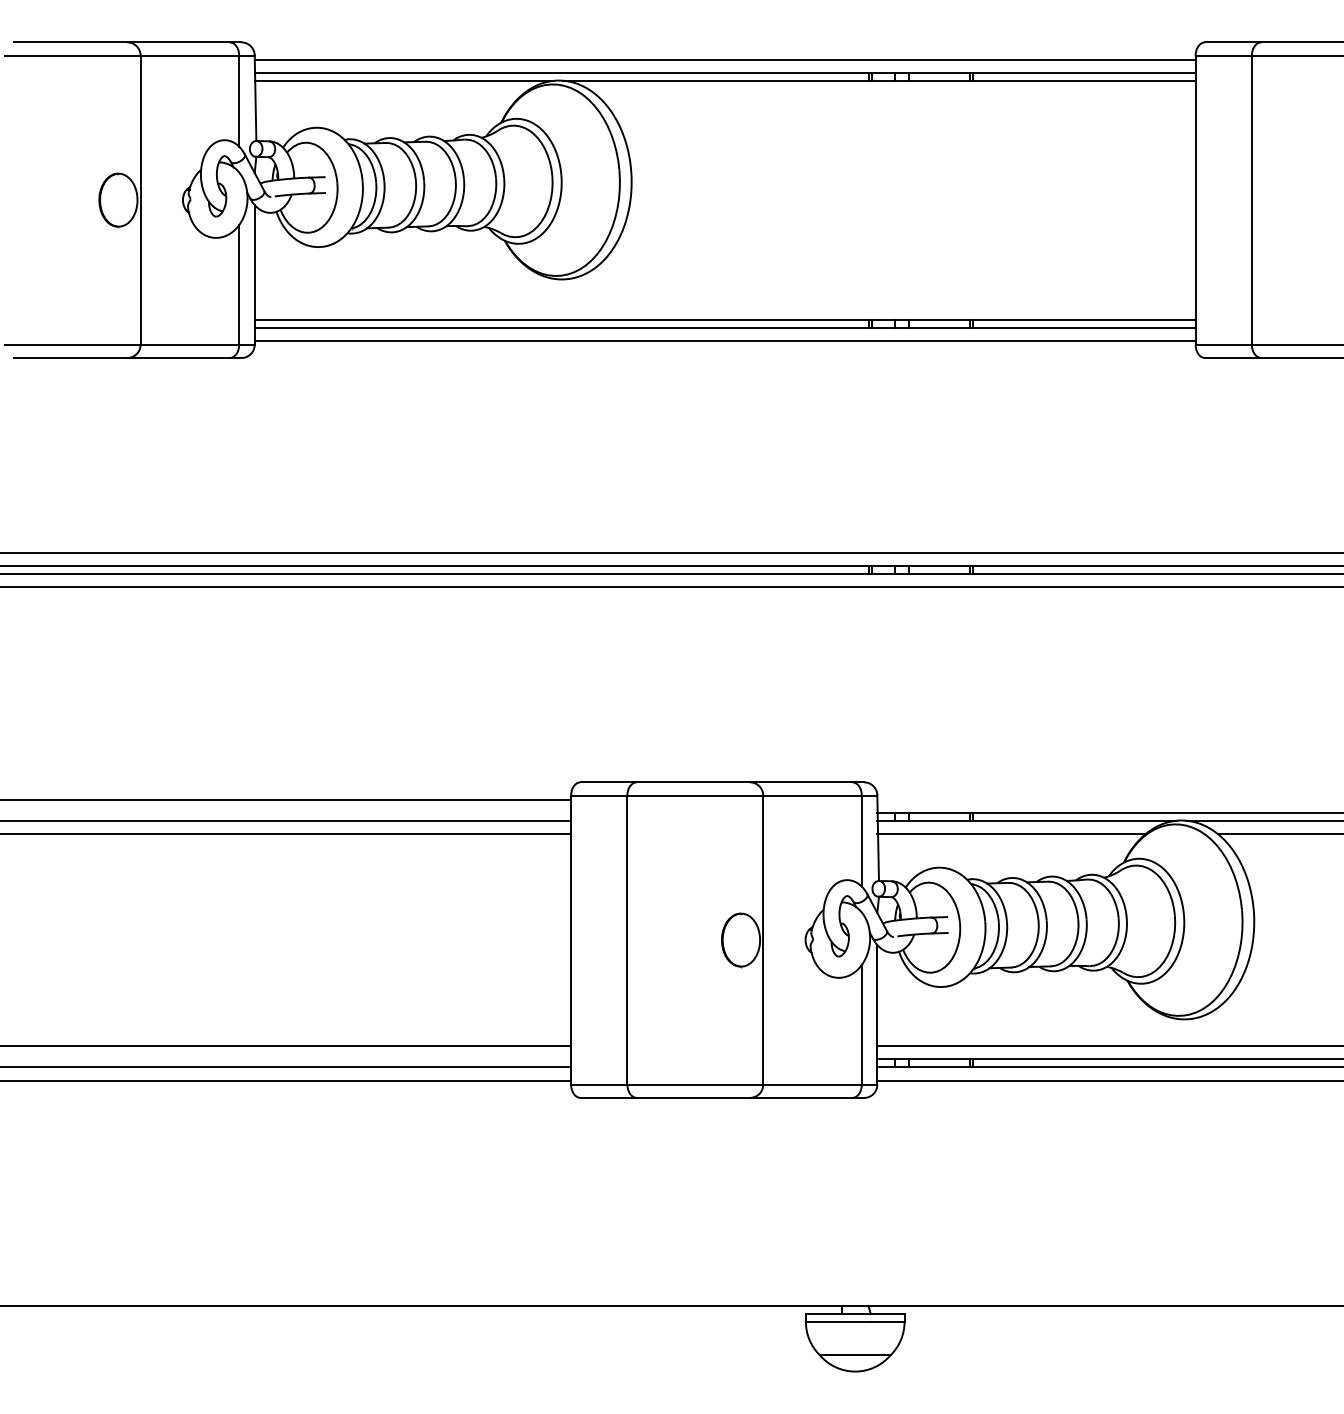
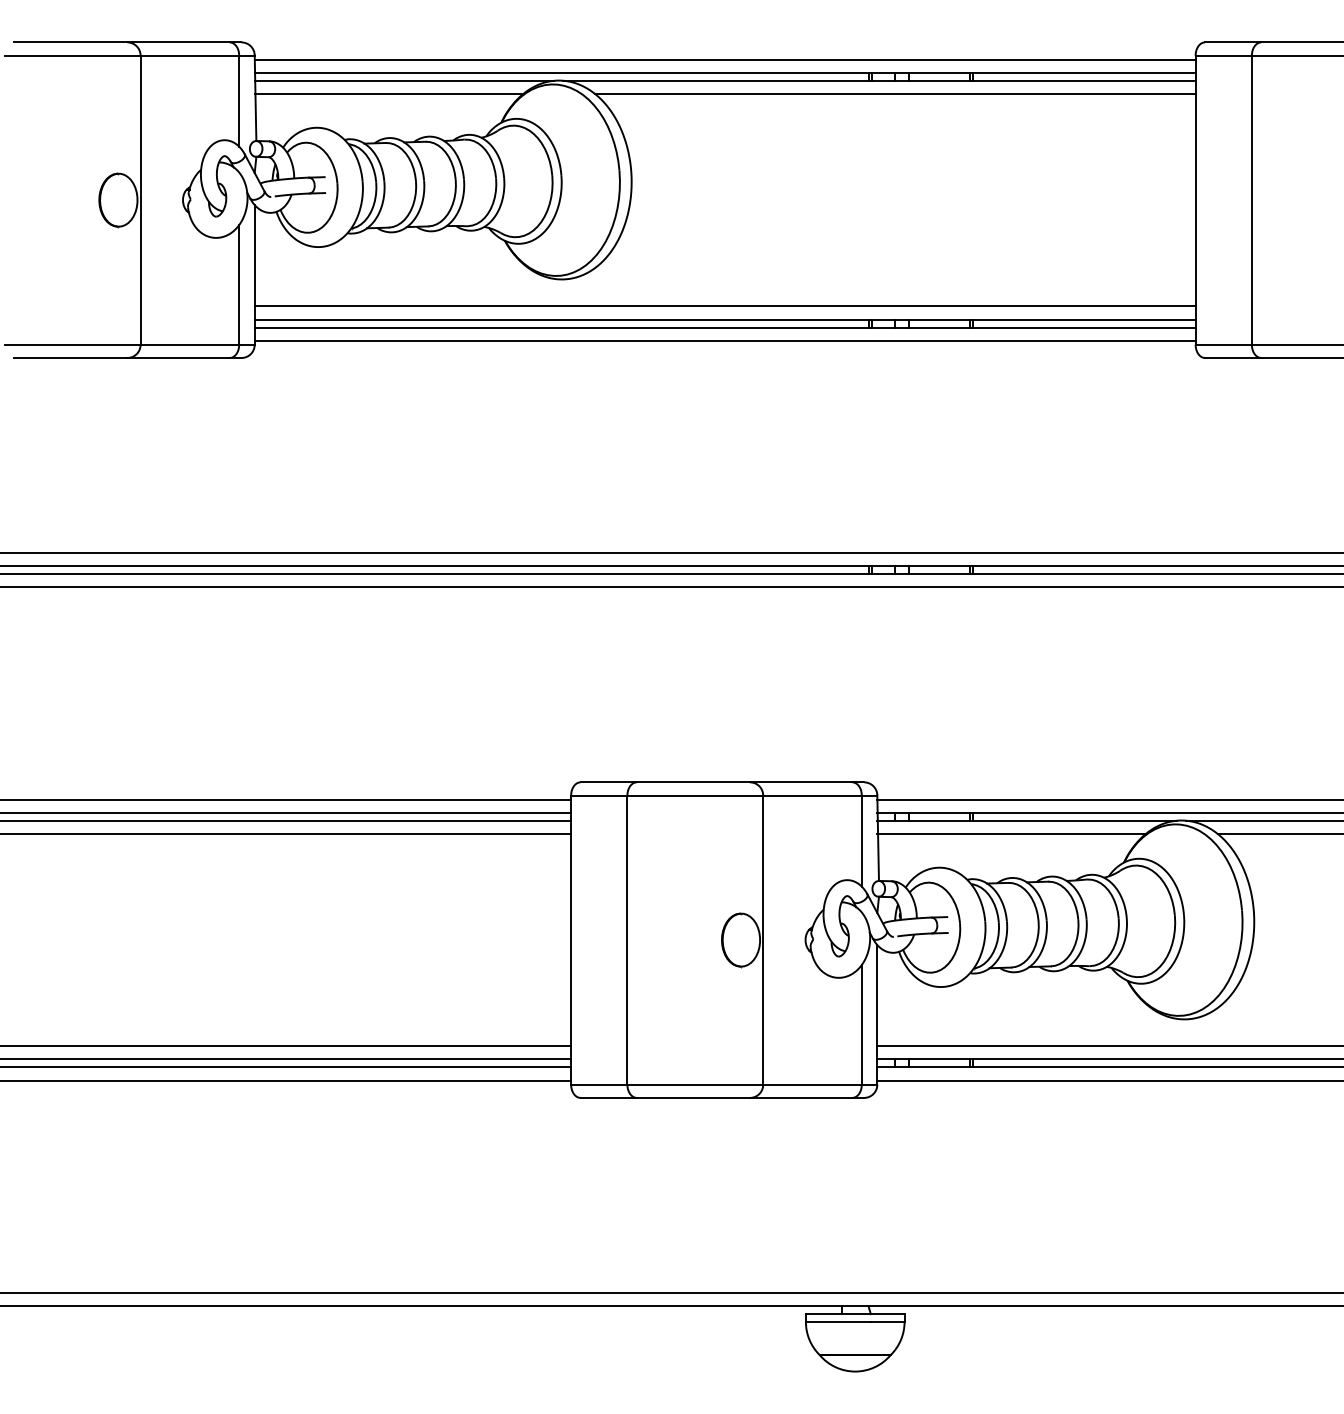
line at (388, 94): none -> present
line at (895, 94): none -> present
line at (724, 306): none -> present
line at (1108, 799): none -> present
line at (286, 812): none -> present
line at (286, 1059): none -> present
line at (671, 1292): none -> present
